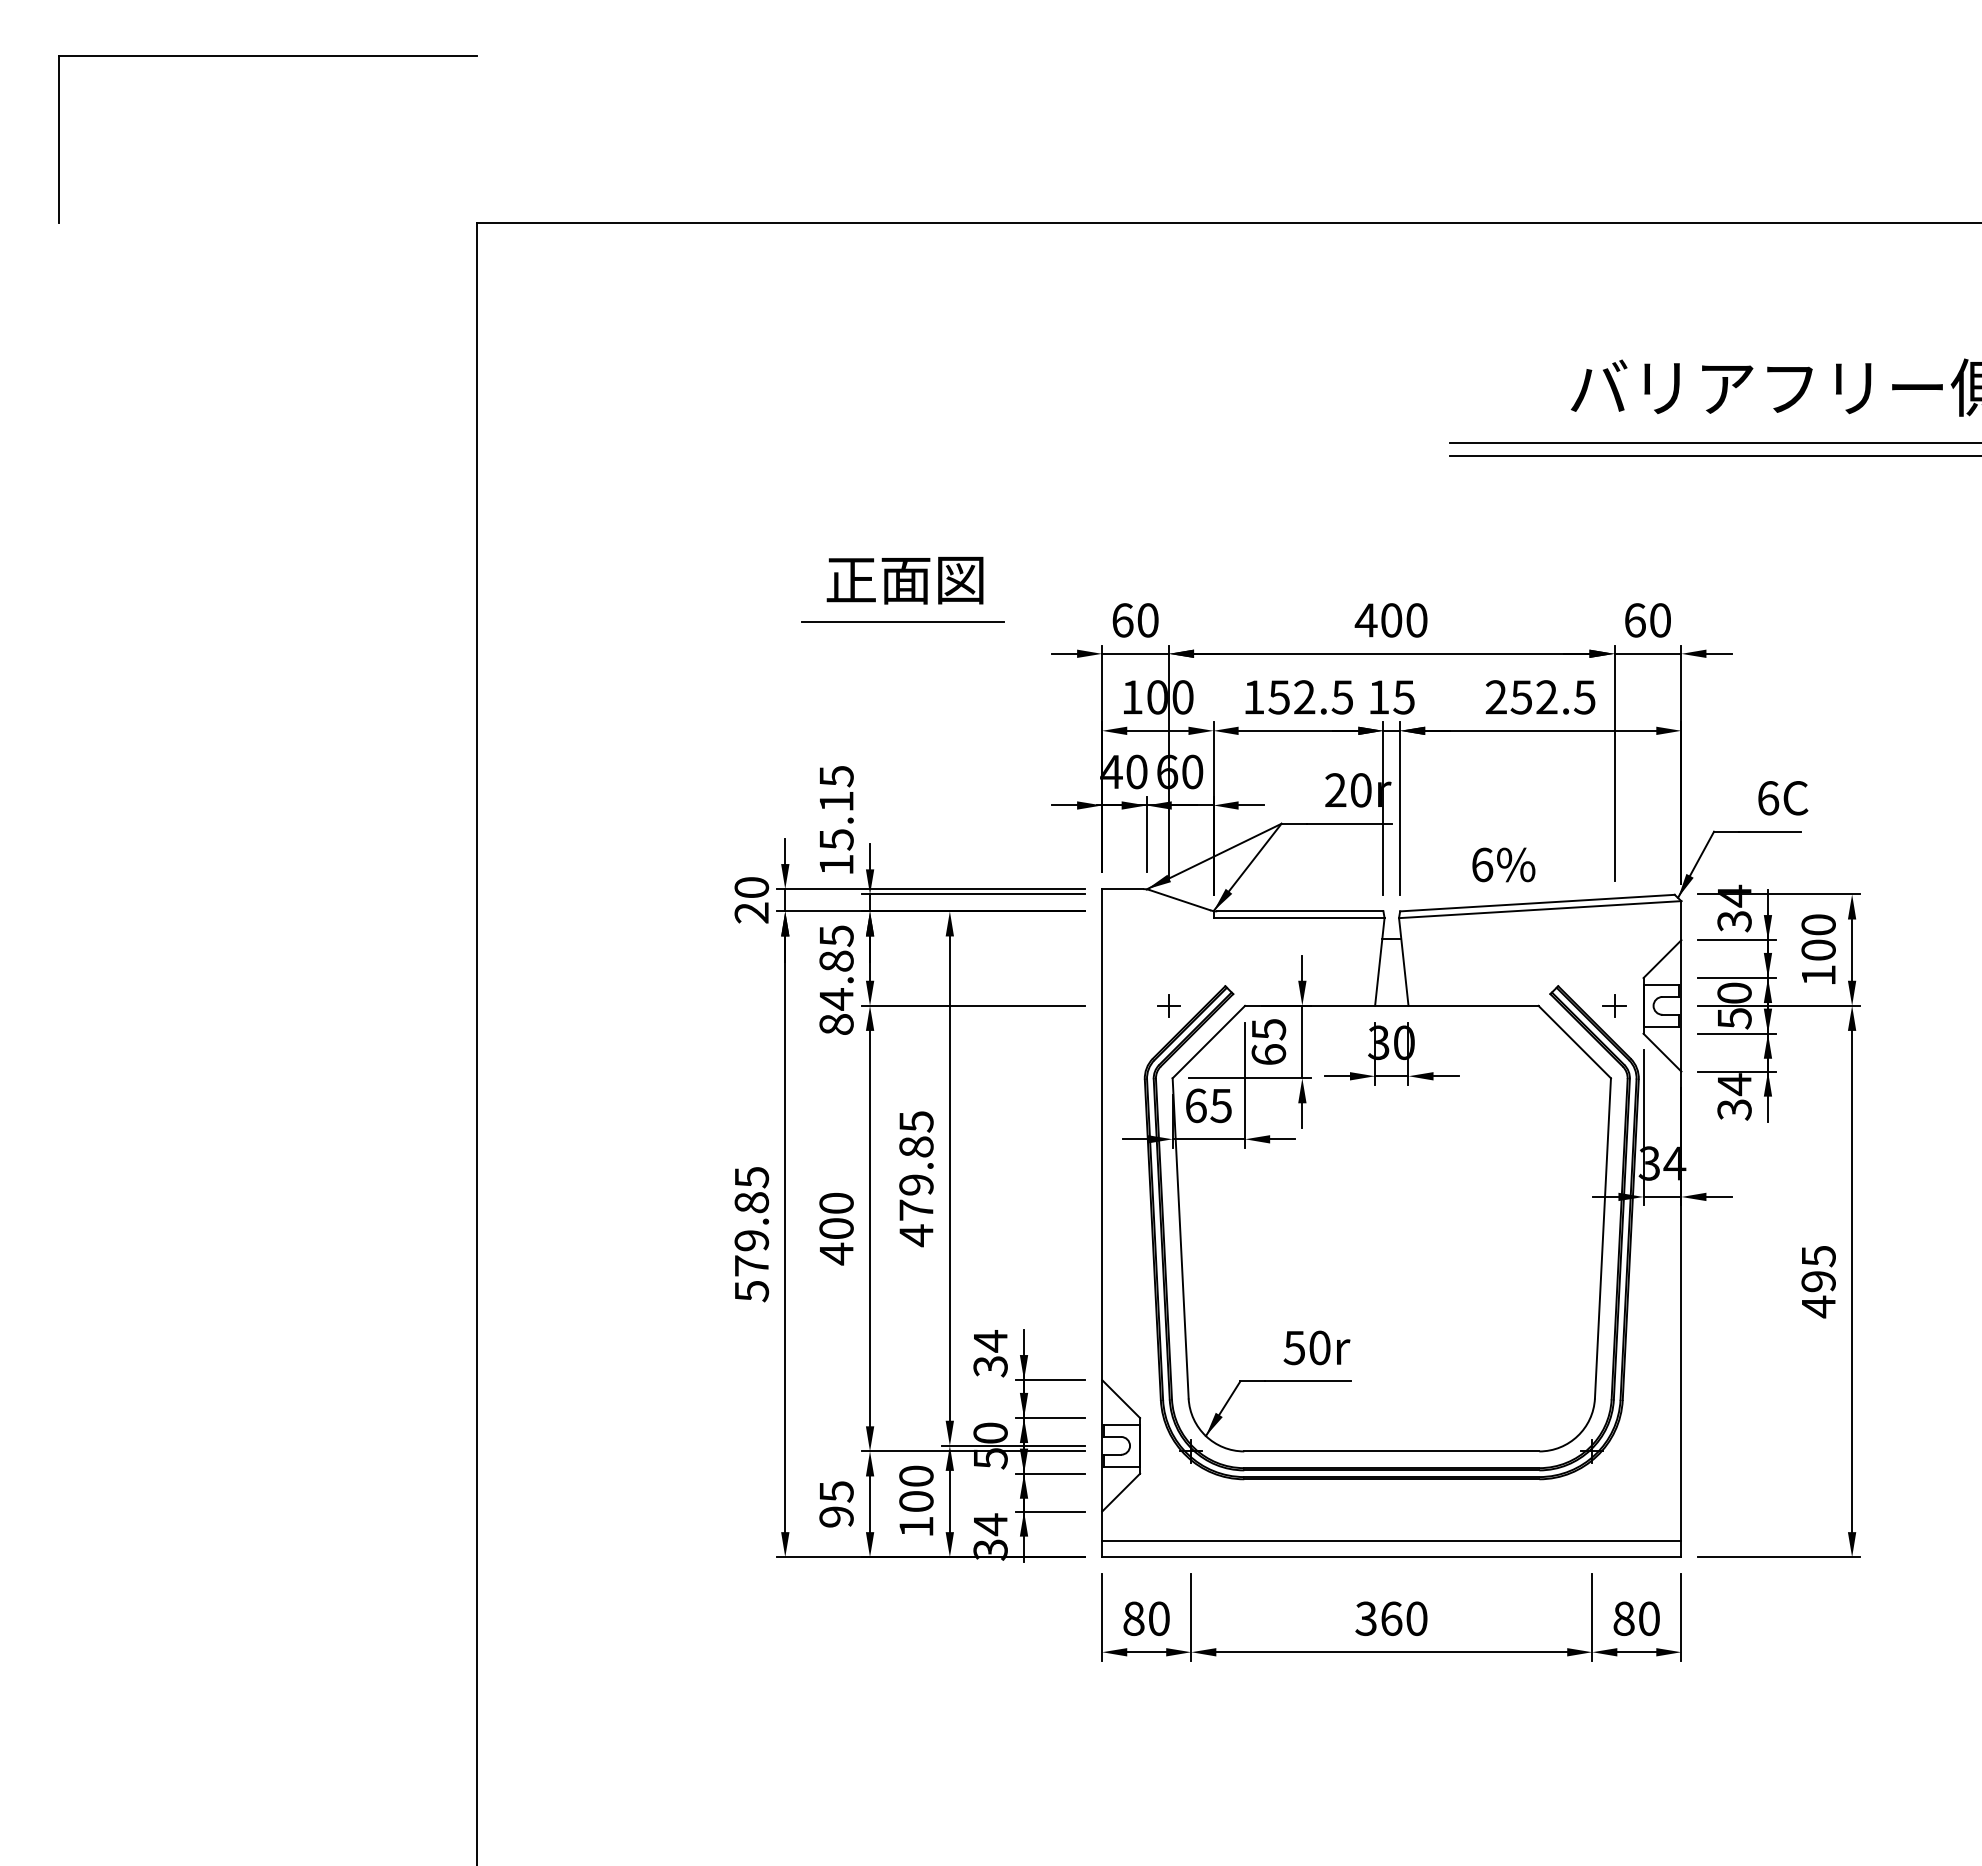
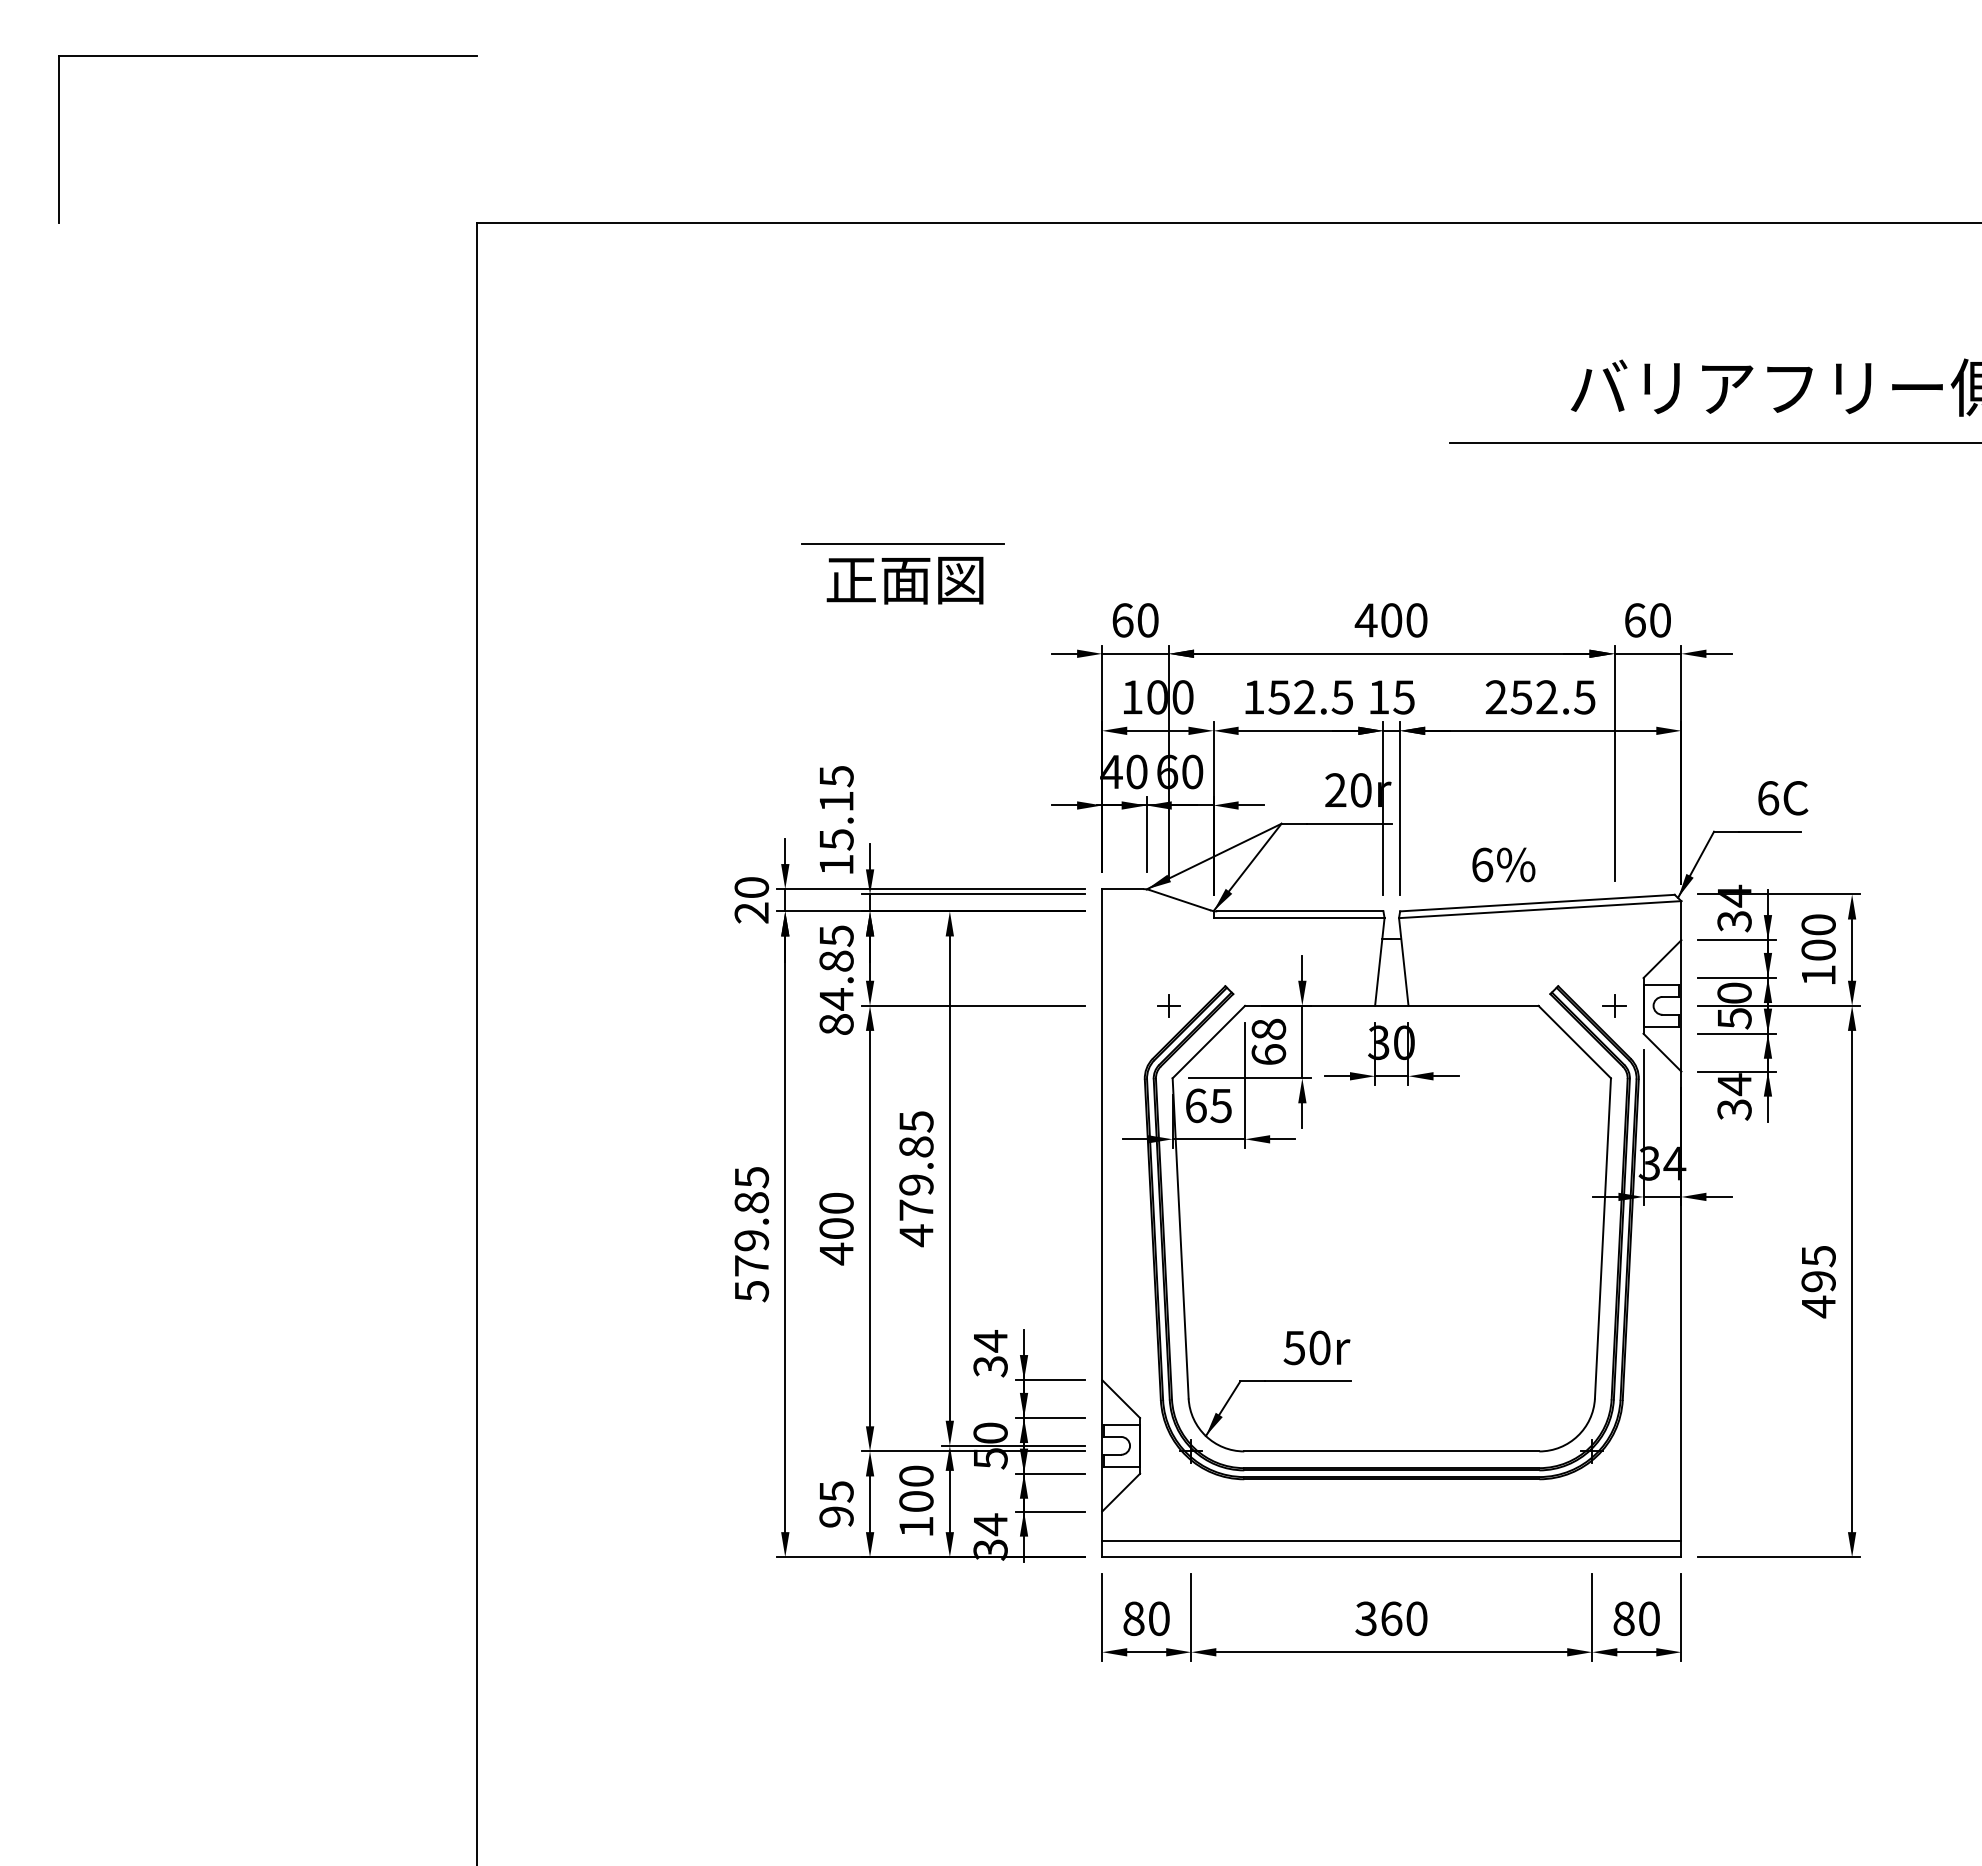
line at (1713, 456): present -> none
line at (902, 621) position: (902, 621) -> (902, 543)
text at (1268, 1029): 65 -> 68
